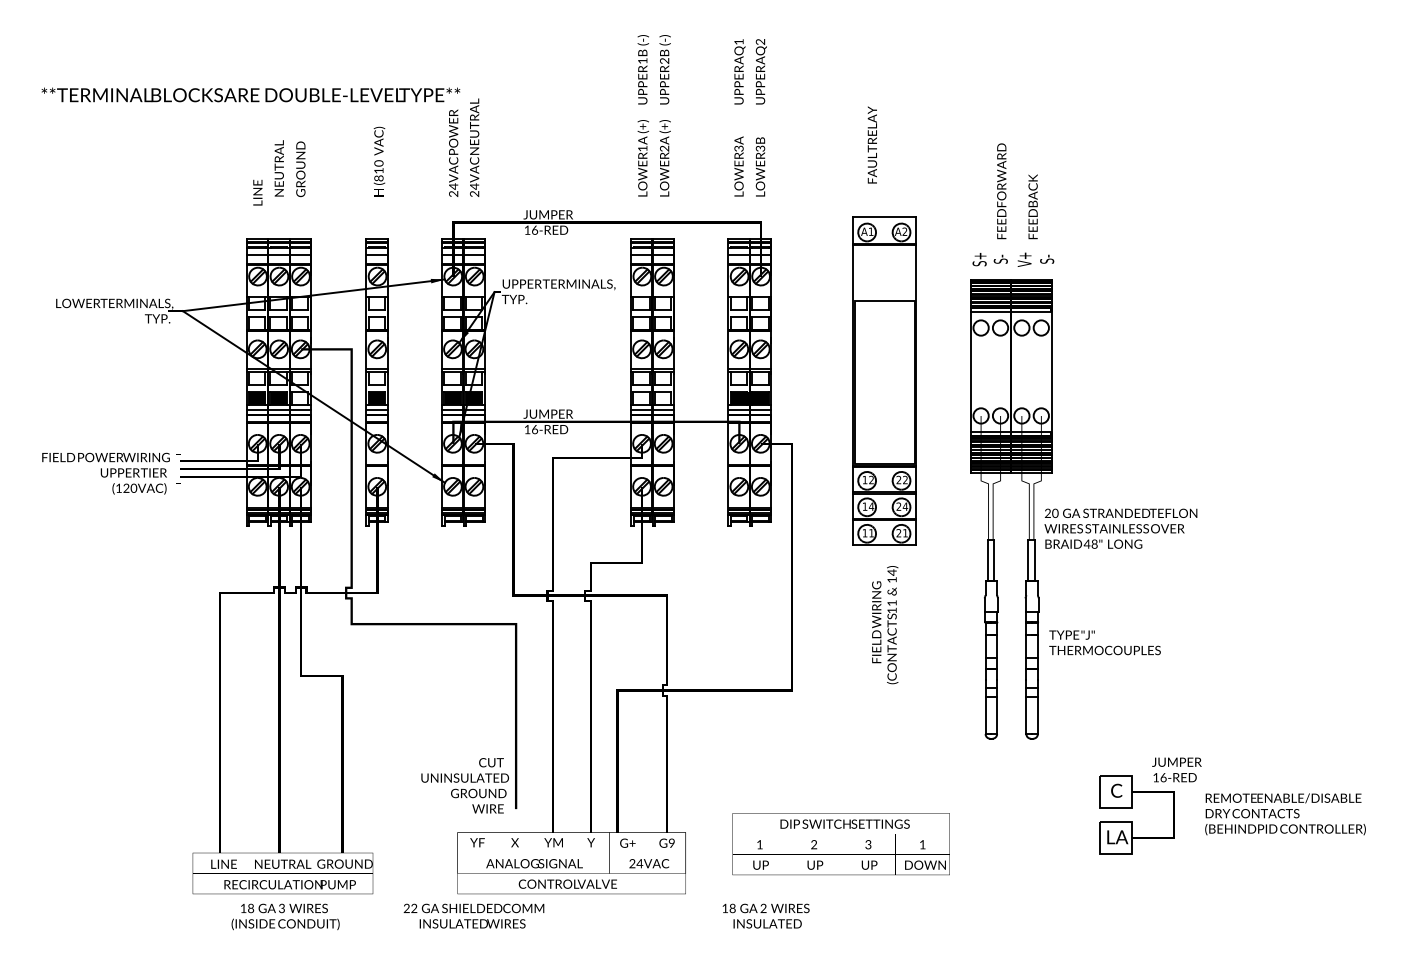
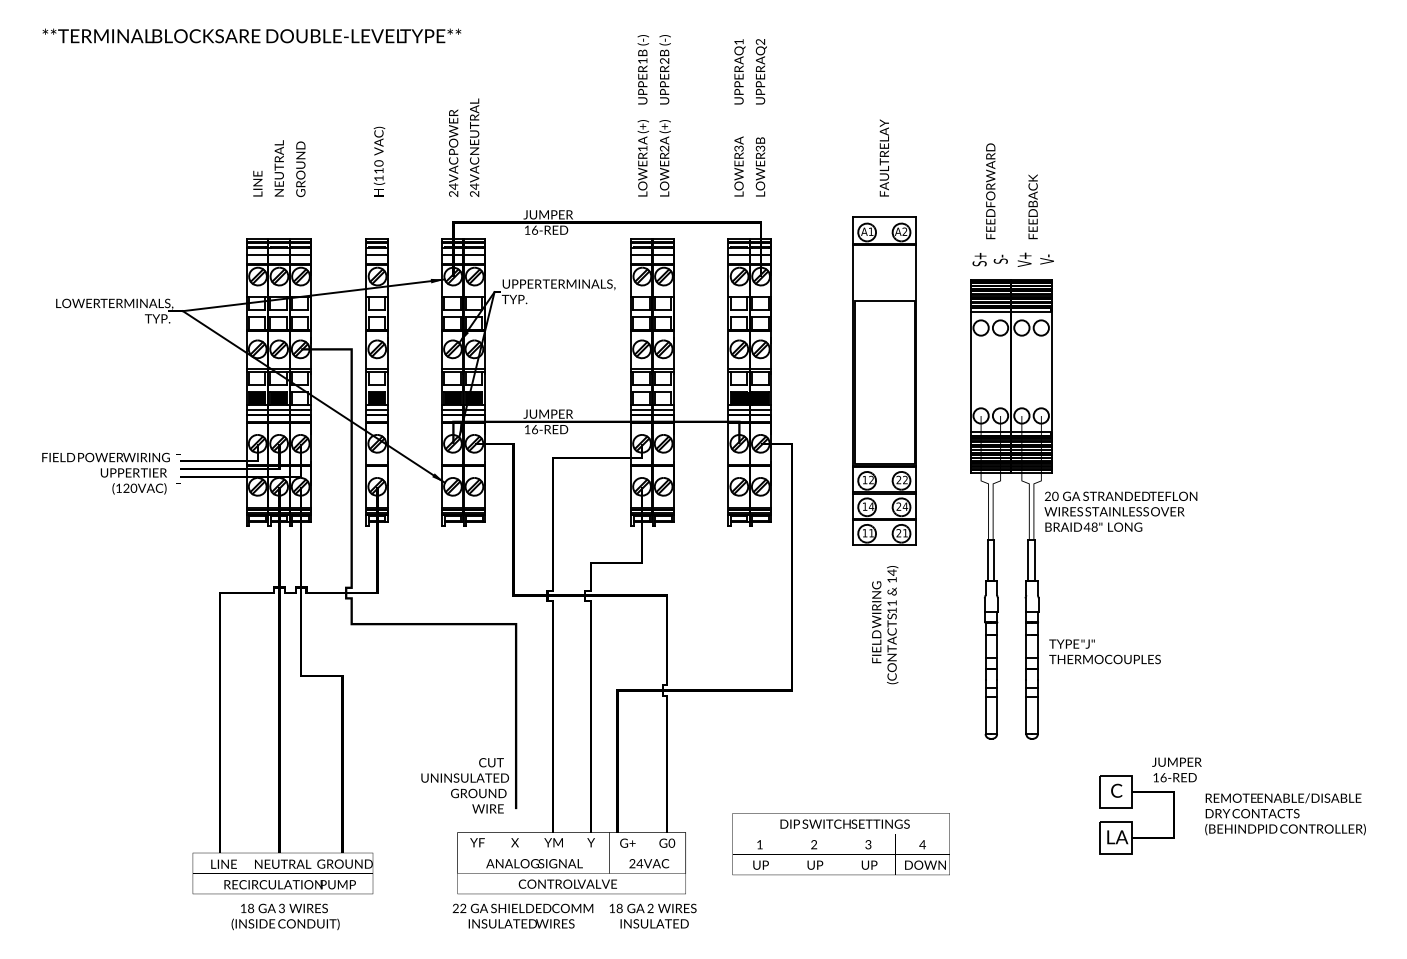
text at (250, 94) position: (250, 94) -> (251, 35)
text at (872, 144) position: (872, 144) -> (884, 157)
text at (378, 178): (810 -> (110
text at (1001, 191) position: (1001, 191) -> (990, 191)
text at (257, 192) position: (257, 192) -> (257, 183)
text at (1047, 259): S- -> V-
text at (1120, 528) position: (1120, 528) -> (1120, 511)
text at (1104, 642) position: (1104, 642) -> (1104, 651)
text at (671, 843): G9 -> G0
text at (922, 844): 1 -> 4
text at (473, 915) position: (473, 915) -> (522, 915)
text at (765, 915) position: (765, 915) -> (652, 915)
